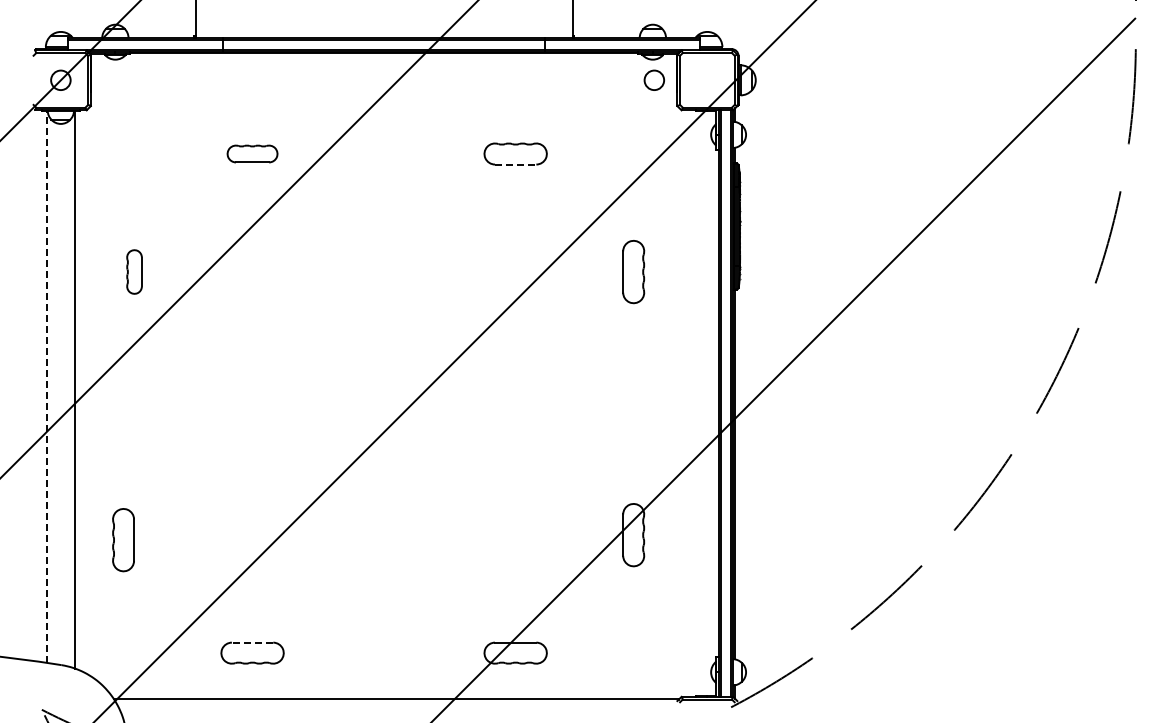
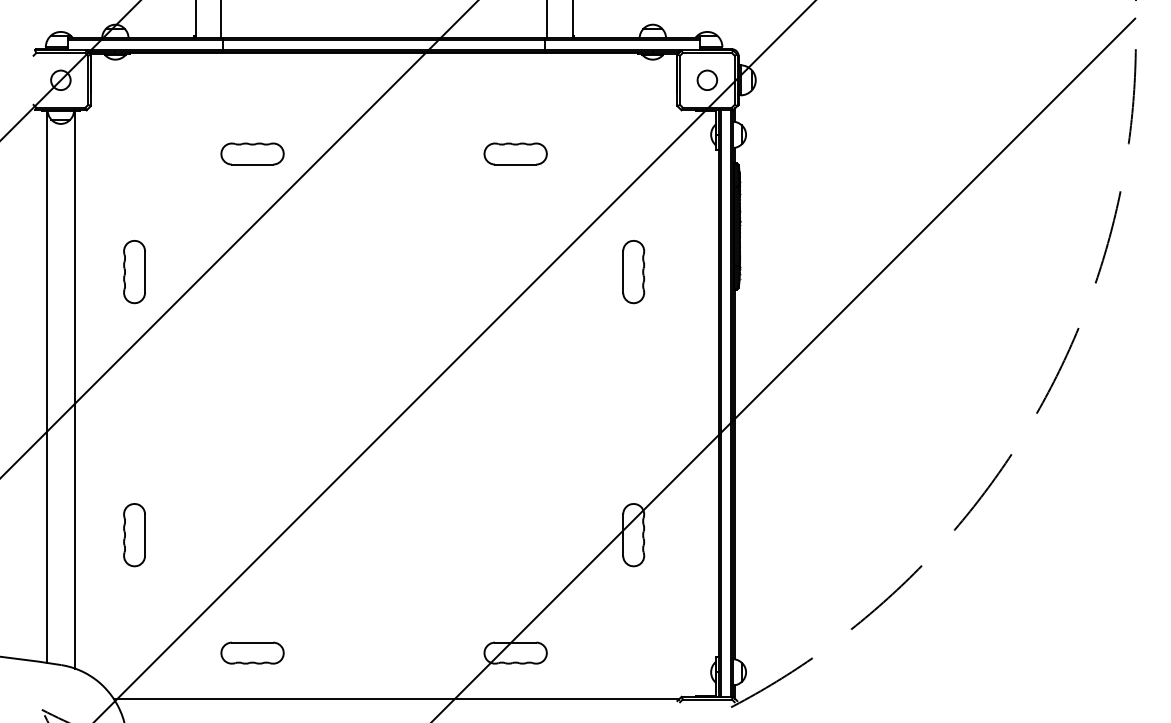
line at (220, 19): none -> present
line at (547, 19): none -> present
circle at (653, 79) position: (653, 79) -> (706, 79)
part at (252, 153) size: 53x20 px -> 65x24 px
line at (515, 164): dashed -> solid
part at (134, 271) size: 17x46 px -> 23x66 px
line at (46, 386): dashed -> solid
part at (123, 540) position: (123, 540) -> (134, 535)
line at (252, 642): dashed -> solid
